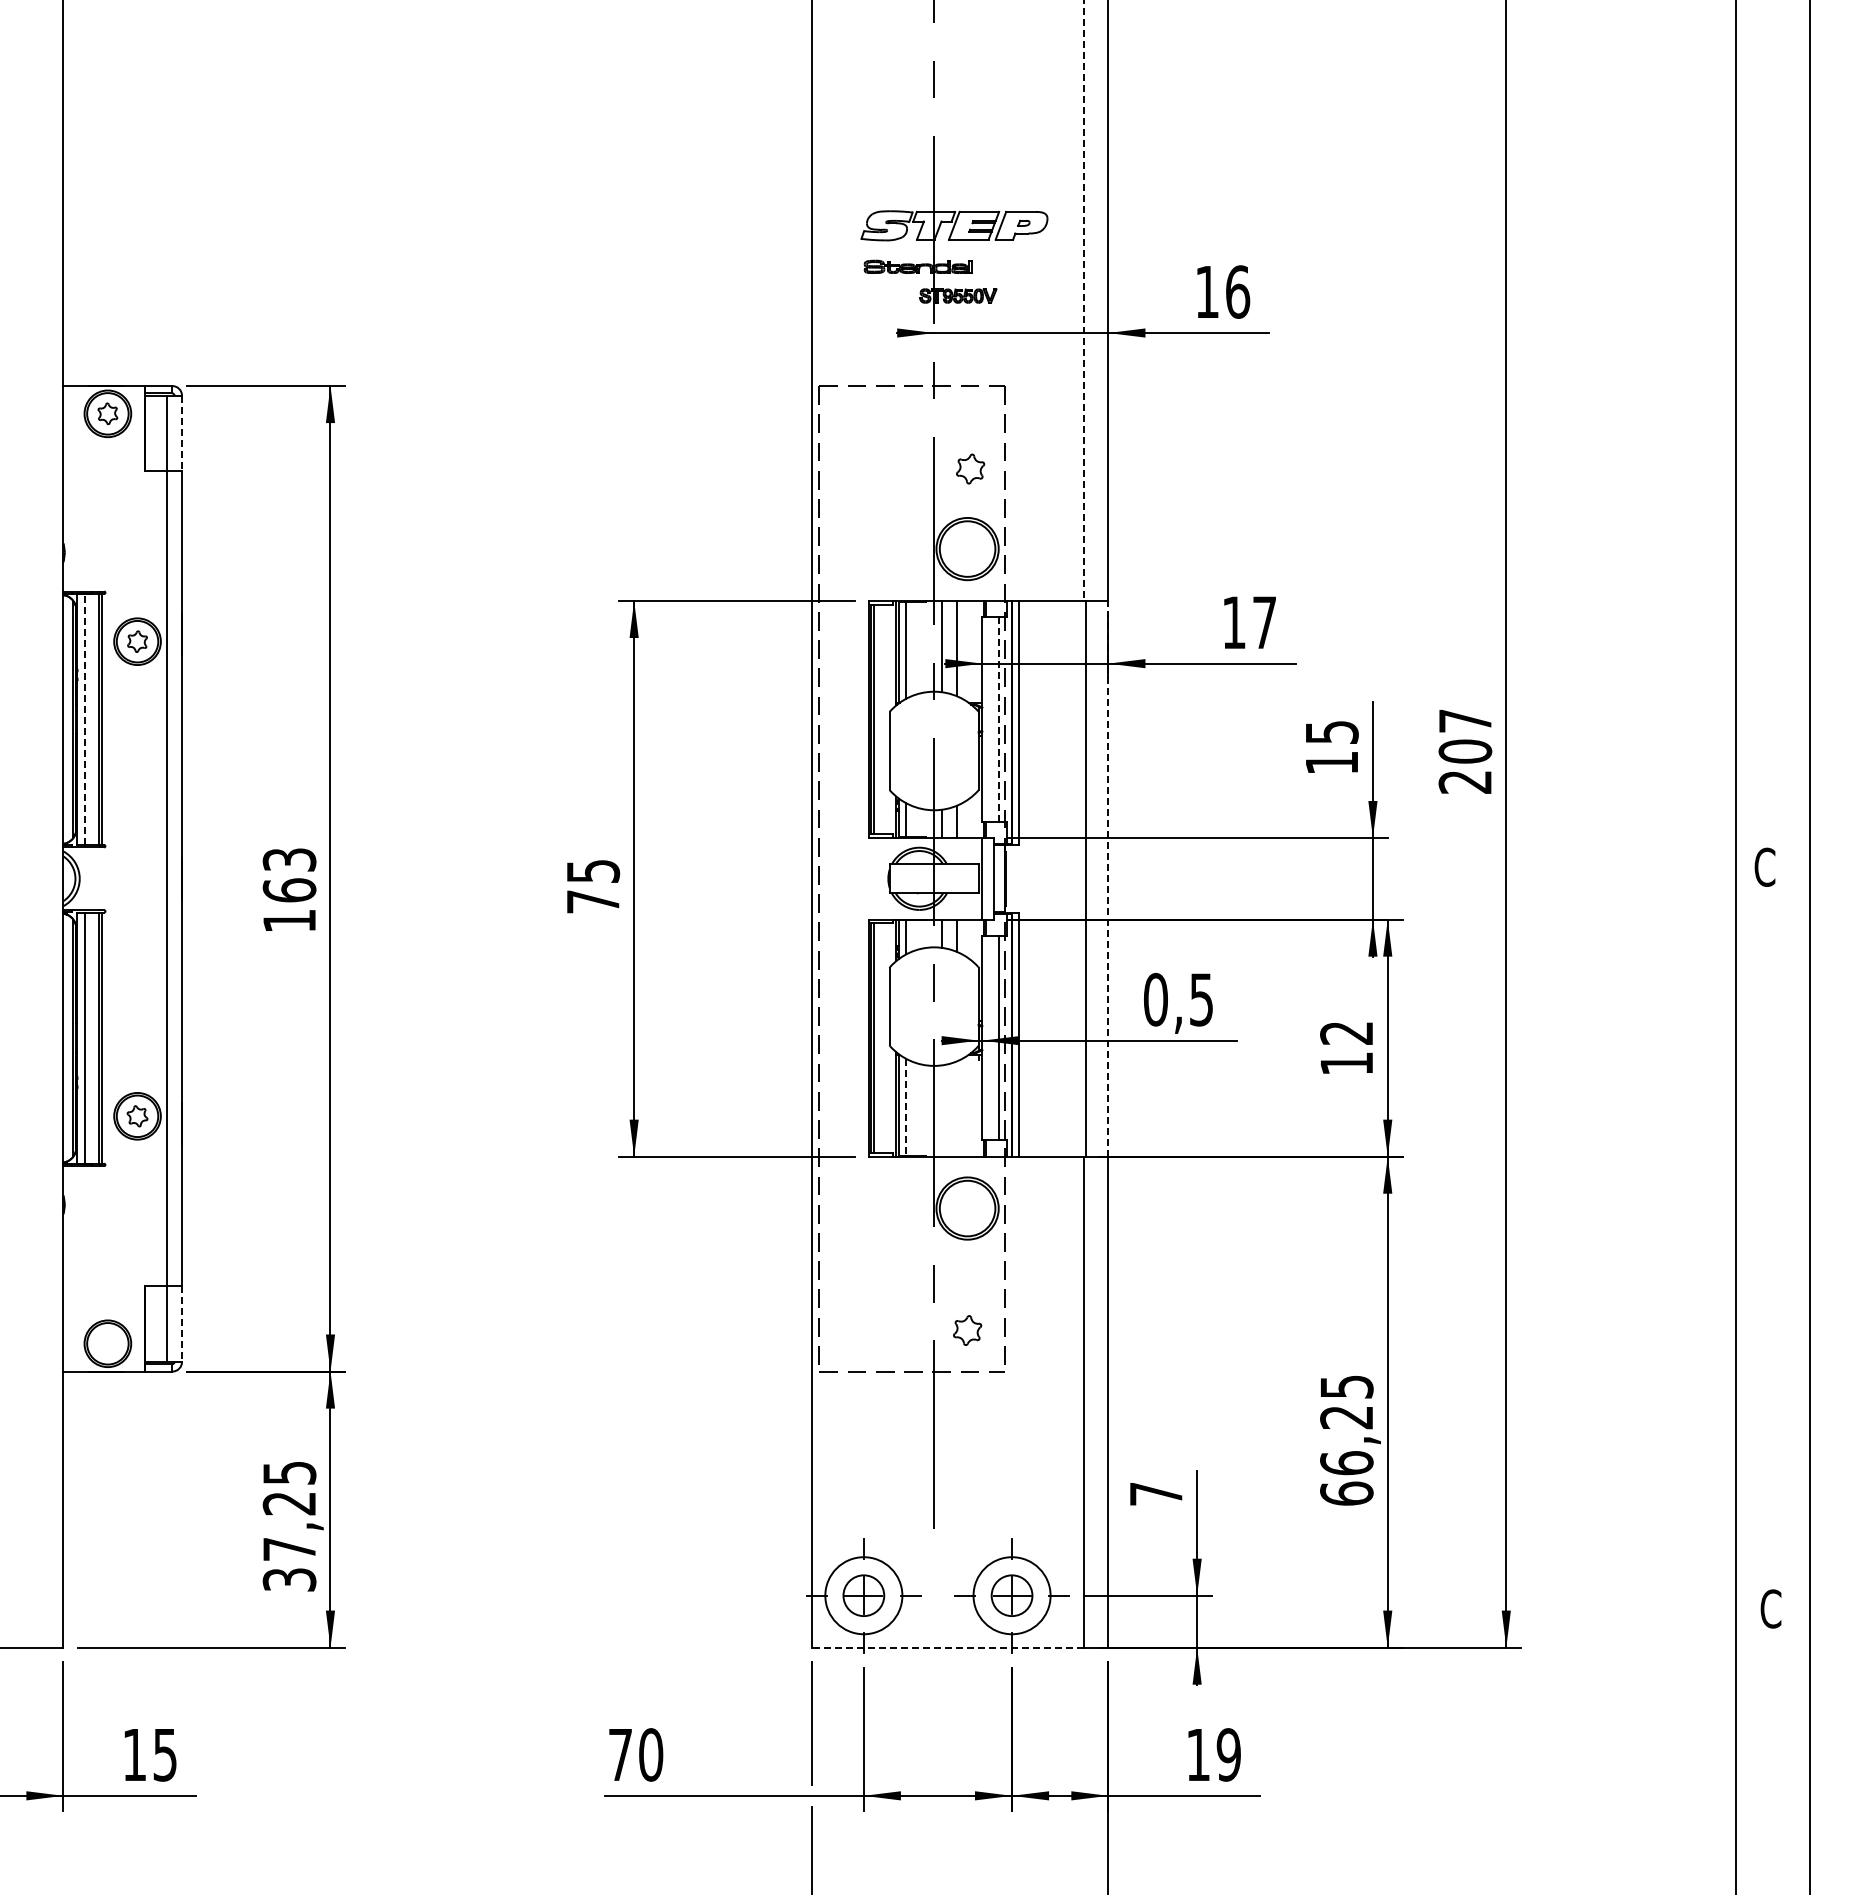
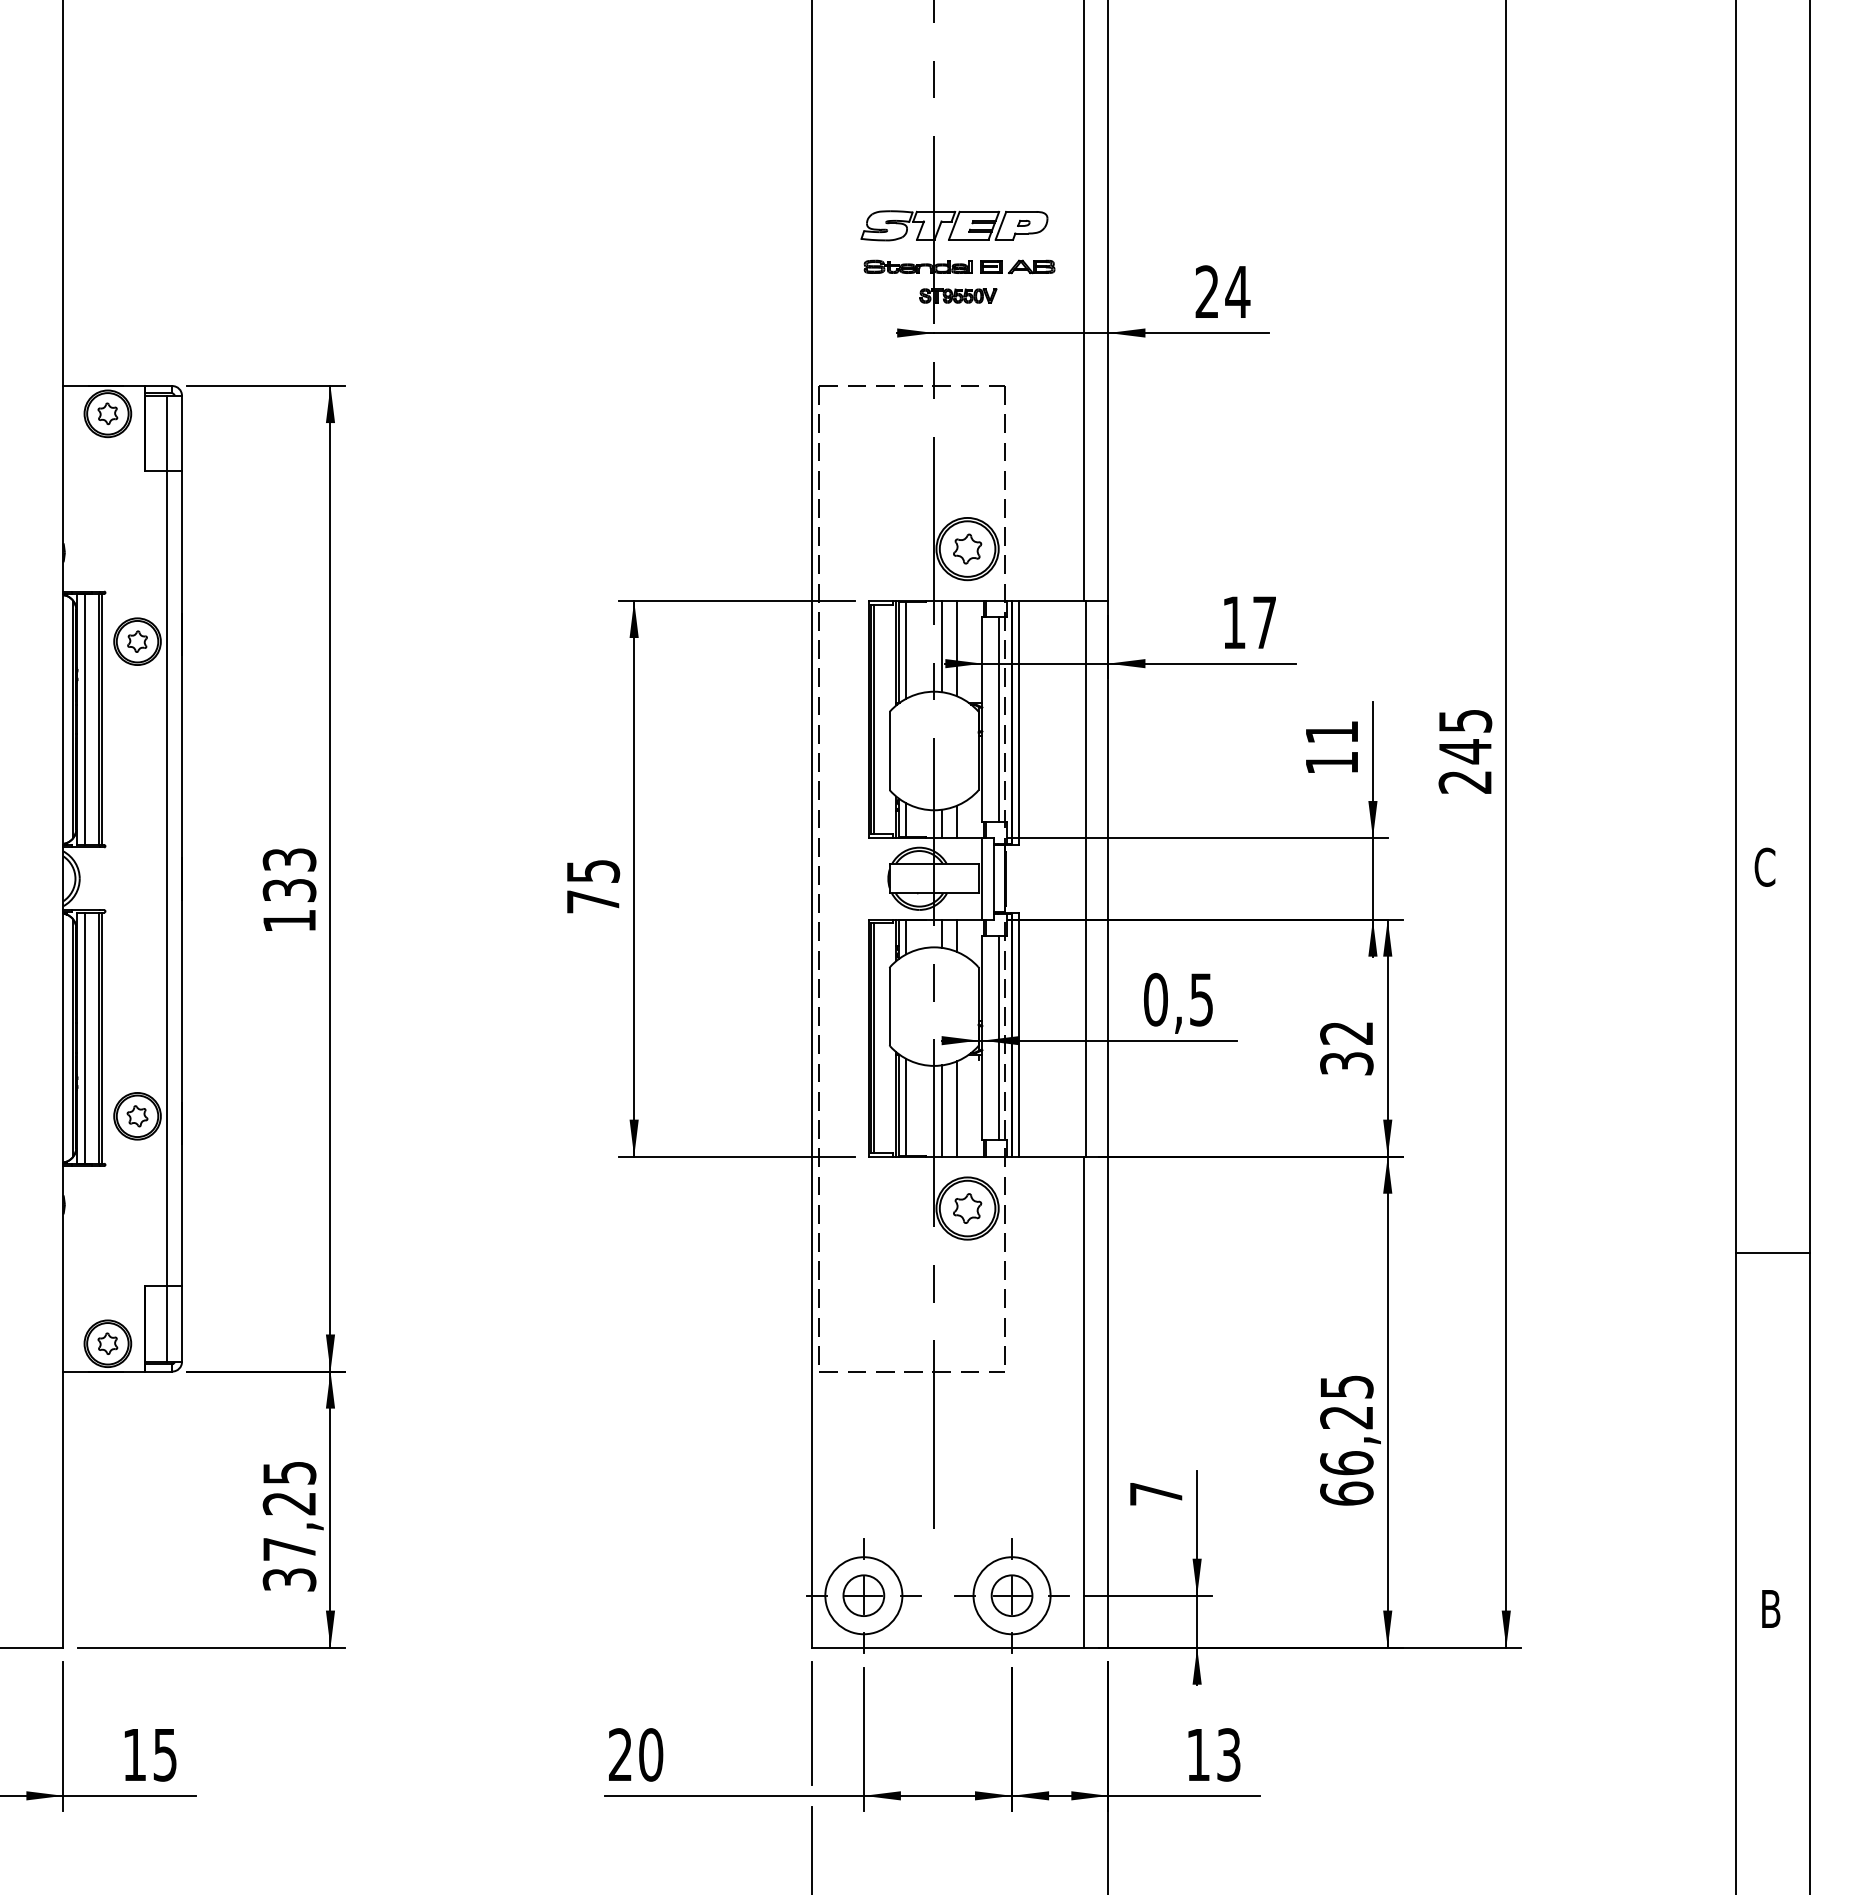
part at (1017, 266): none -> present
text at (1222, 291): 16 -> 24
line at (1083, 301): dashed -> solid
line at (182, 433): dashed -> solid
part at (970, 468) position: (970, 468) -> (967, 548)
line at (85, 719): dashed -> solid
line at (999, 720): dashed -> solid
text at (1332, 732): 15 -> 11
text at (1465, 736): 207 -> 245
line at (1108, 878): dashed -> solid
text at (289, 890): 163 -> 133
text at (1346, 1063): 12 -> 32
line at (906, 1107): dashed -> solid
line at (957, 1108): none -> present
line at (942, 1110): none -> present
line at (1772, 1252): none -> present
line at (182, 1324): dashed -> solid
part at (967, 1330) position: (967, 1330) -> (967, 1208)
part at (107, 1343): none -> present
text at (1770, 1608): C -> B
line at (947, 1647): dashed -> solid
text at (620, 1754): 70 -> 20
text at (1228, 1754): 19 -> 13
